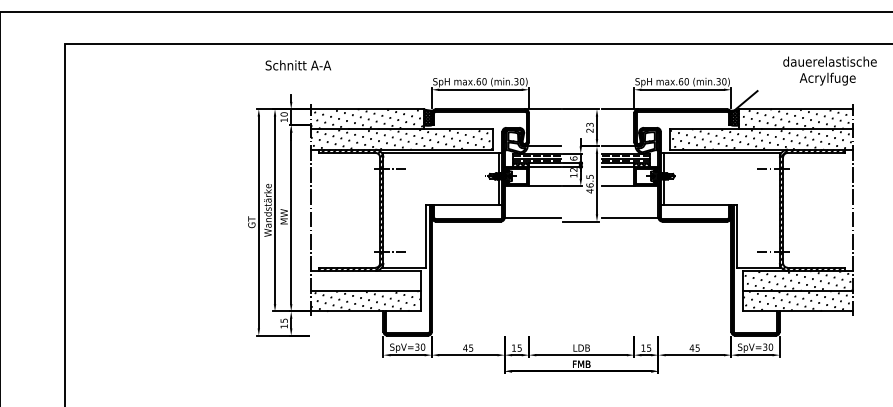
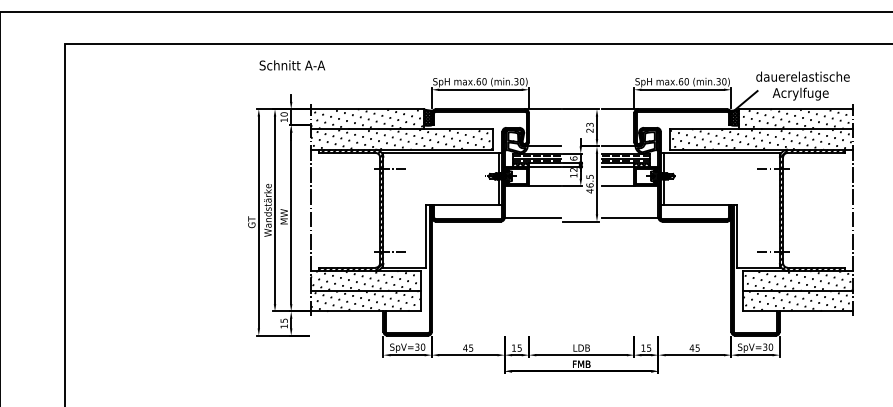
text at (297, 65) position: (297, 65) -> (291, 65)
text at (829, 70) position: (829, 70) -> (802, 85)
hatch at (364, 281): none -> present
